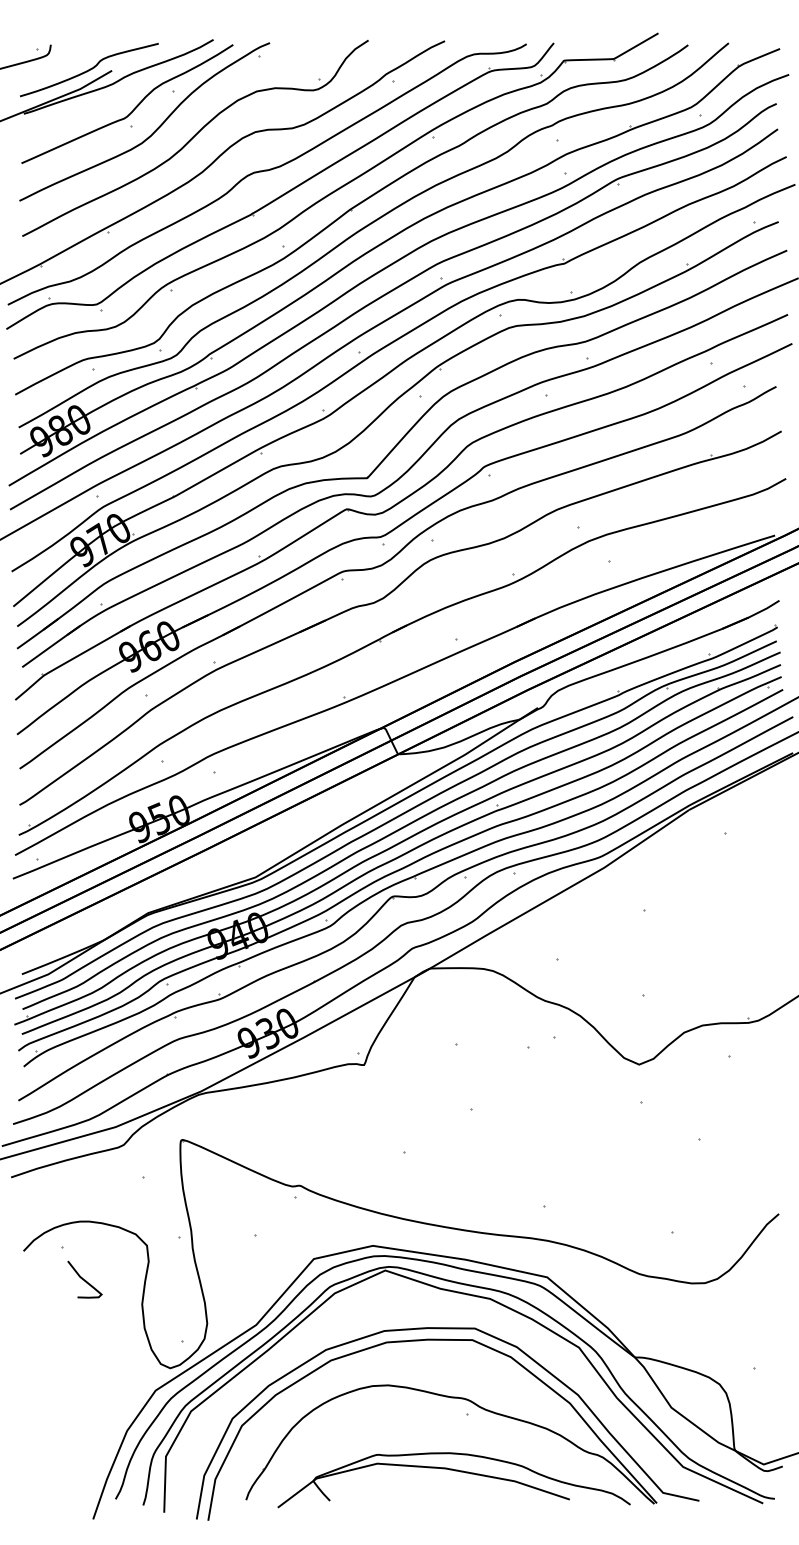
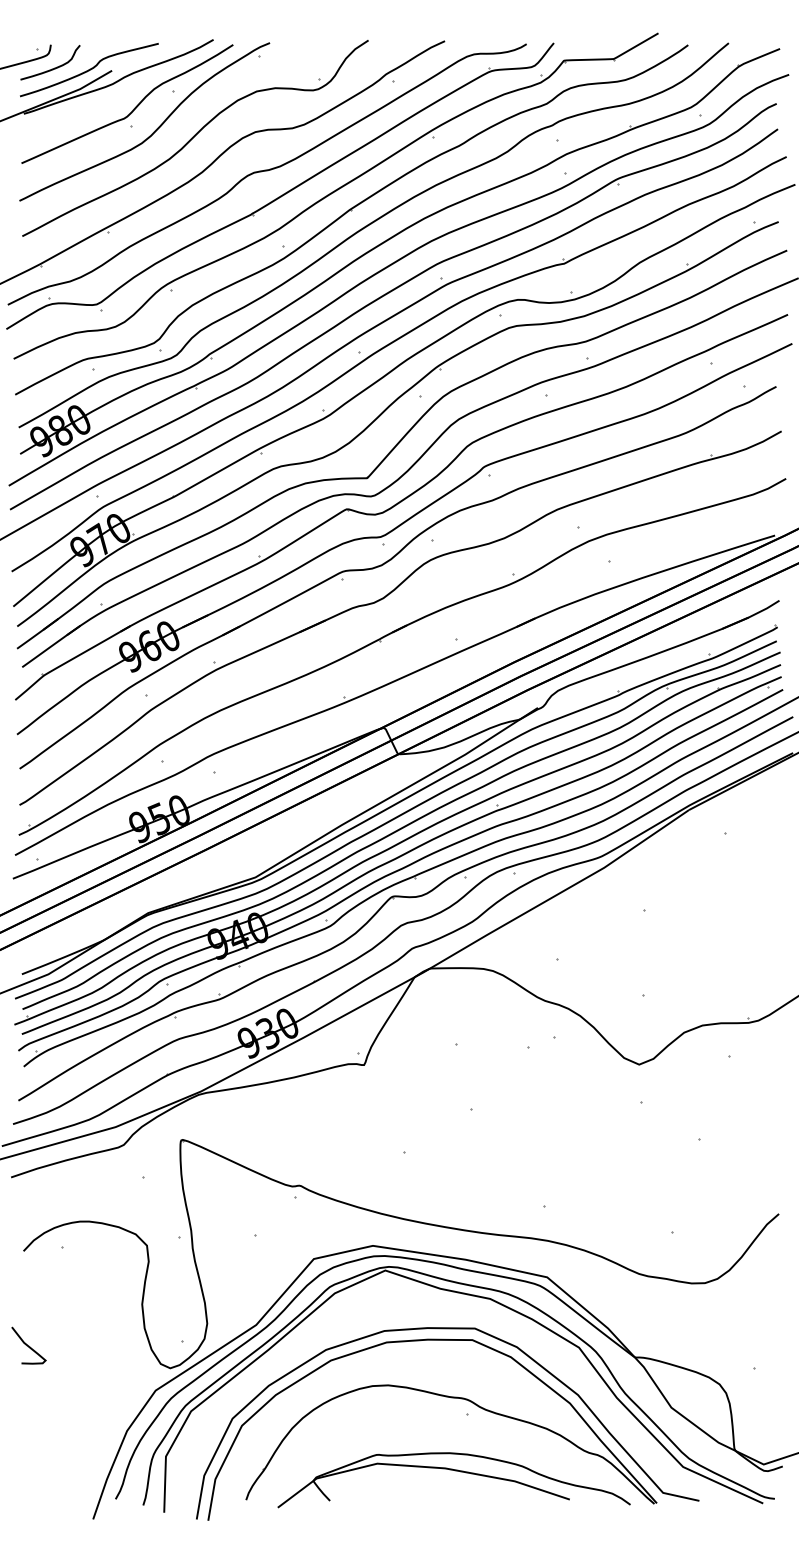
curve at (51, 68): none -> present
curve at (84, 1279) position: (84, 1279) -> (28, 1345)
